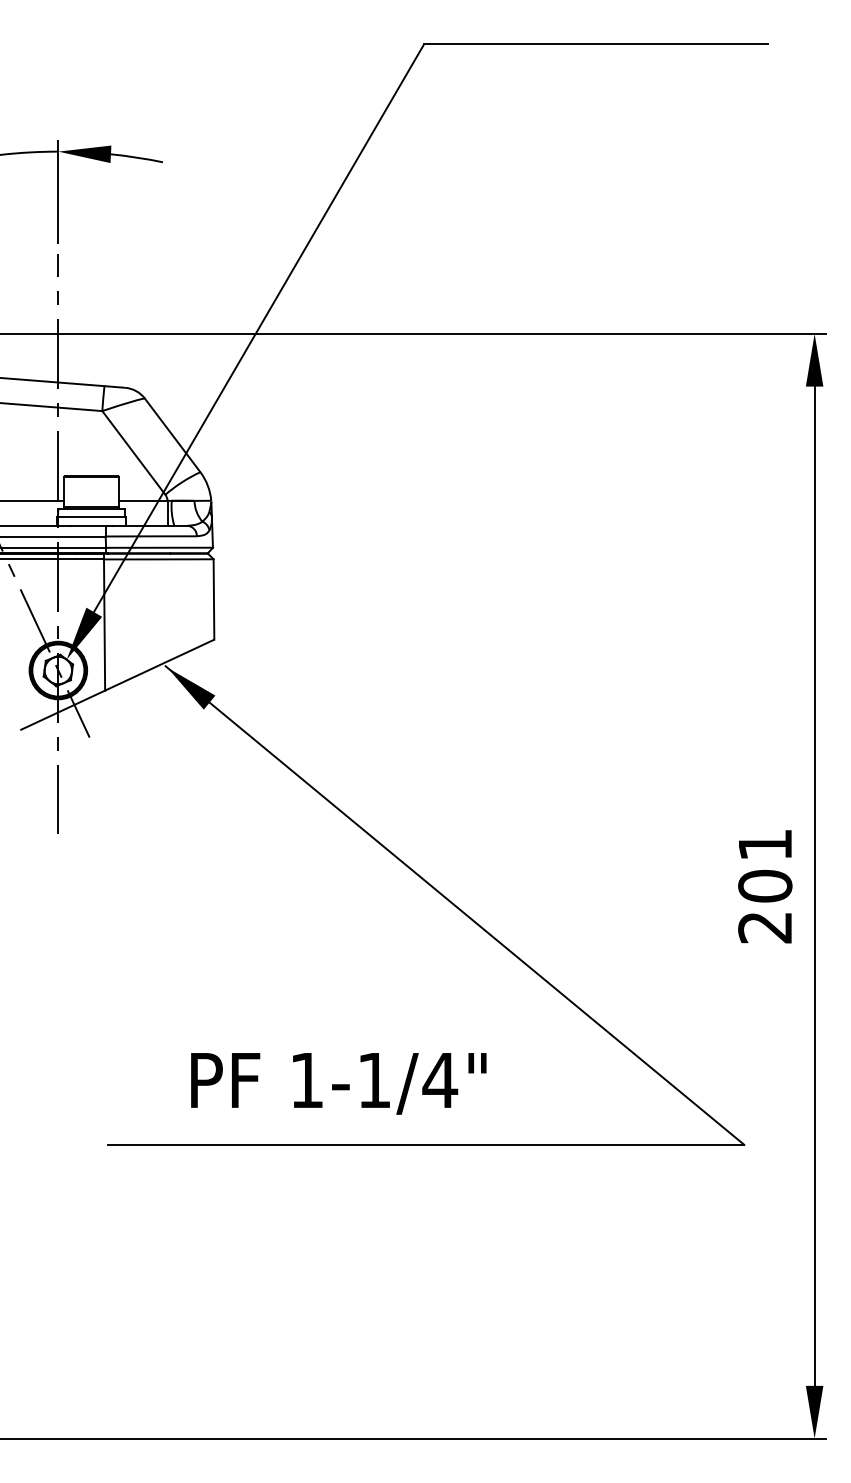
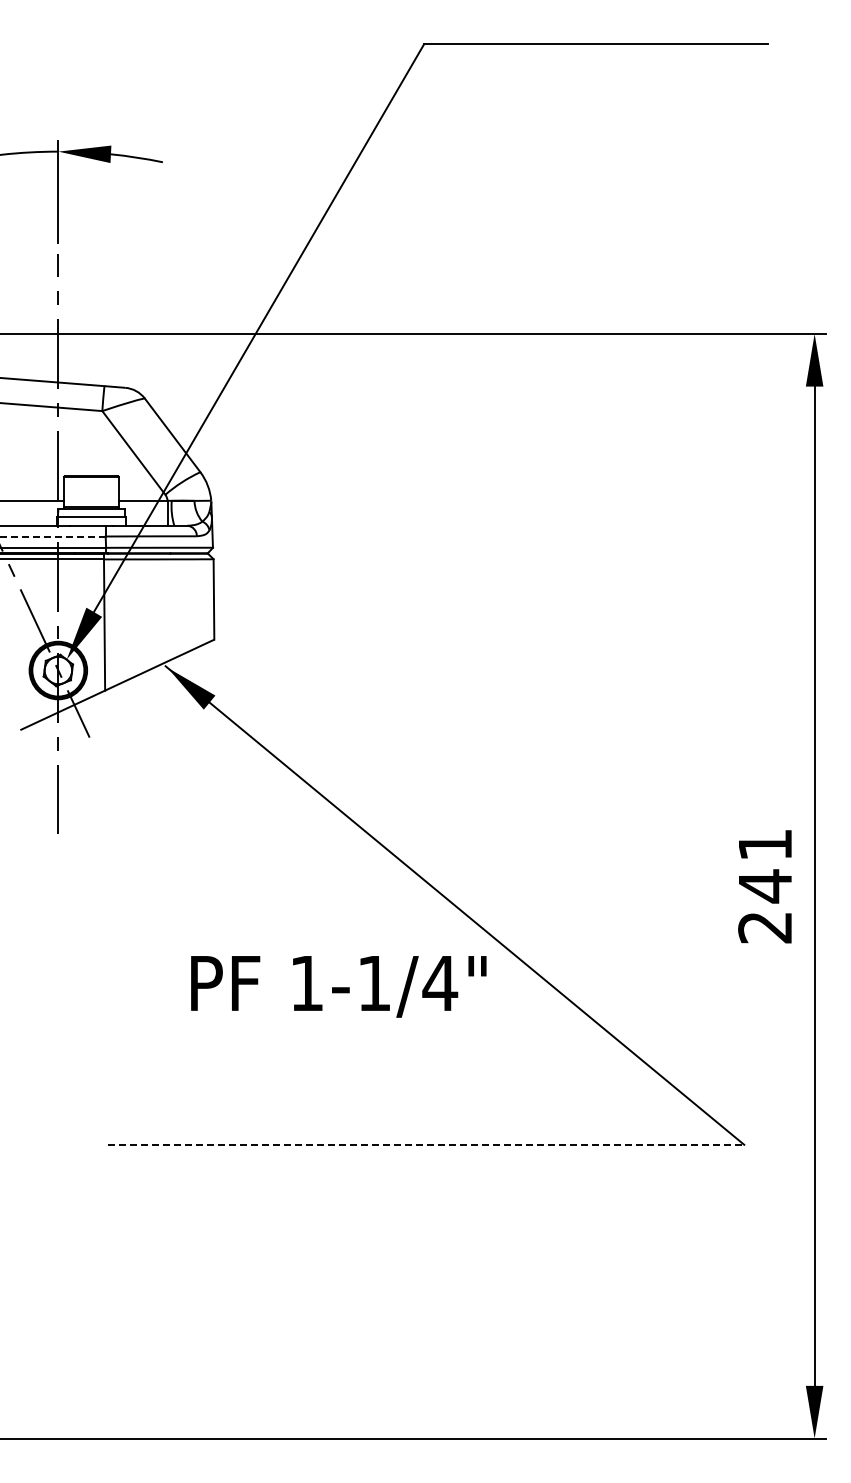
line at (52, 536): solid -> dashed
text at (765, 886): 201 -> 241
text at (338, 1083) position: (338, 1083) -> (338, 986)
line at (426, 1144): solid -> dashed
